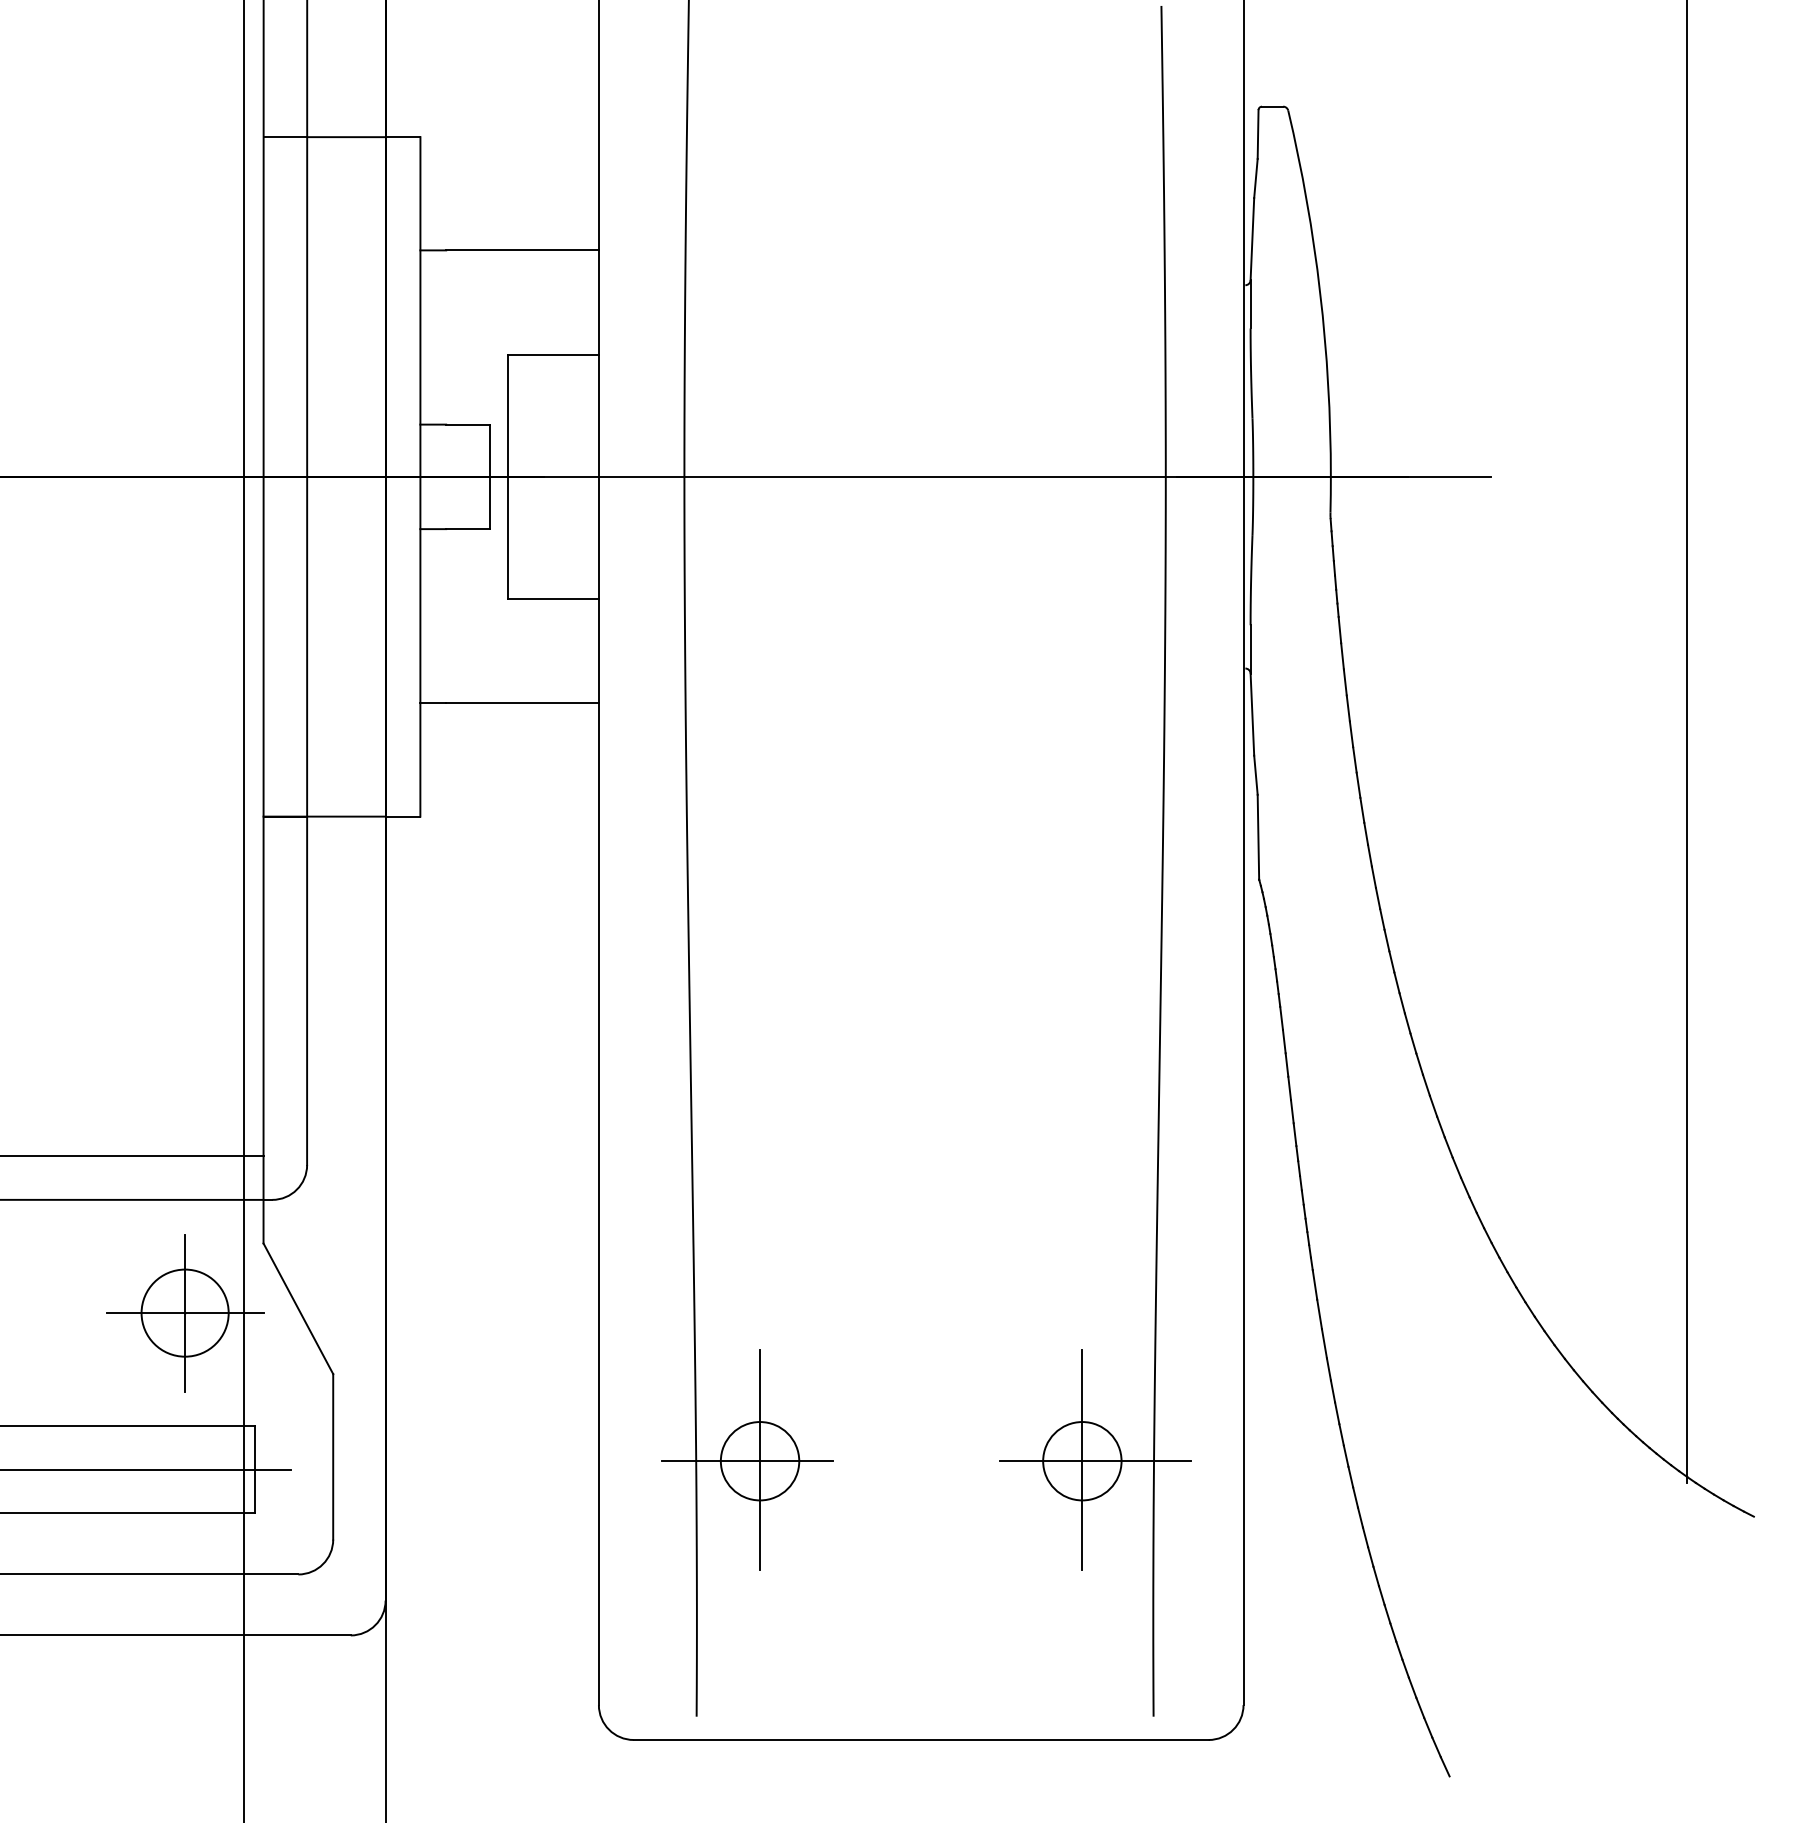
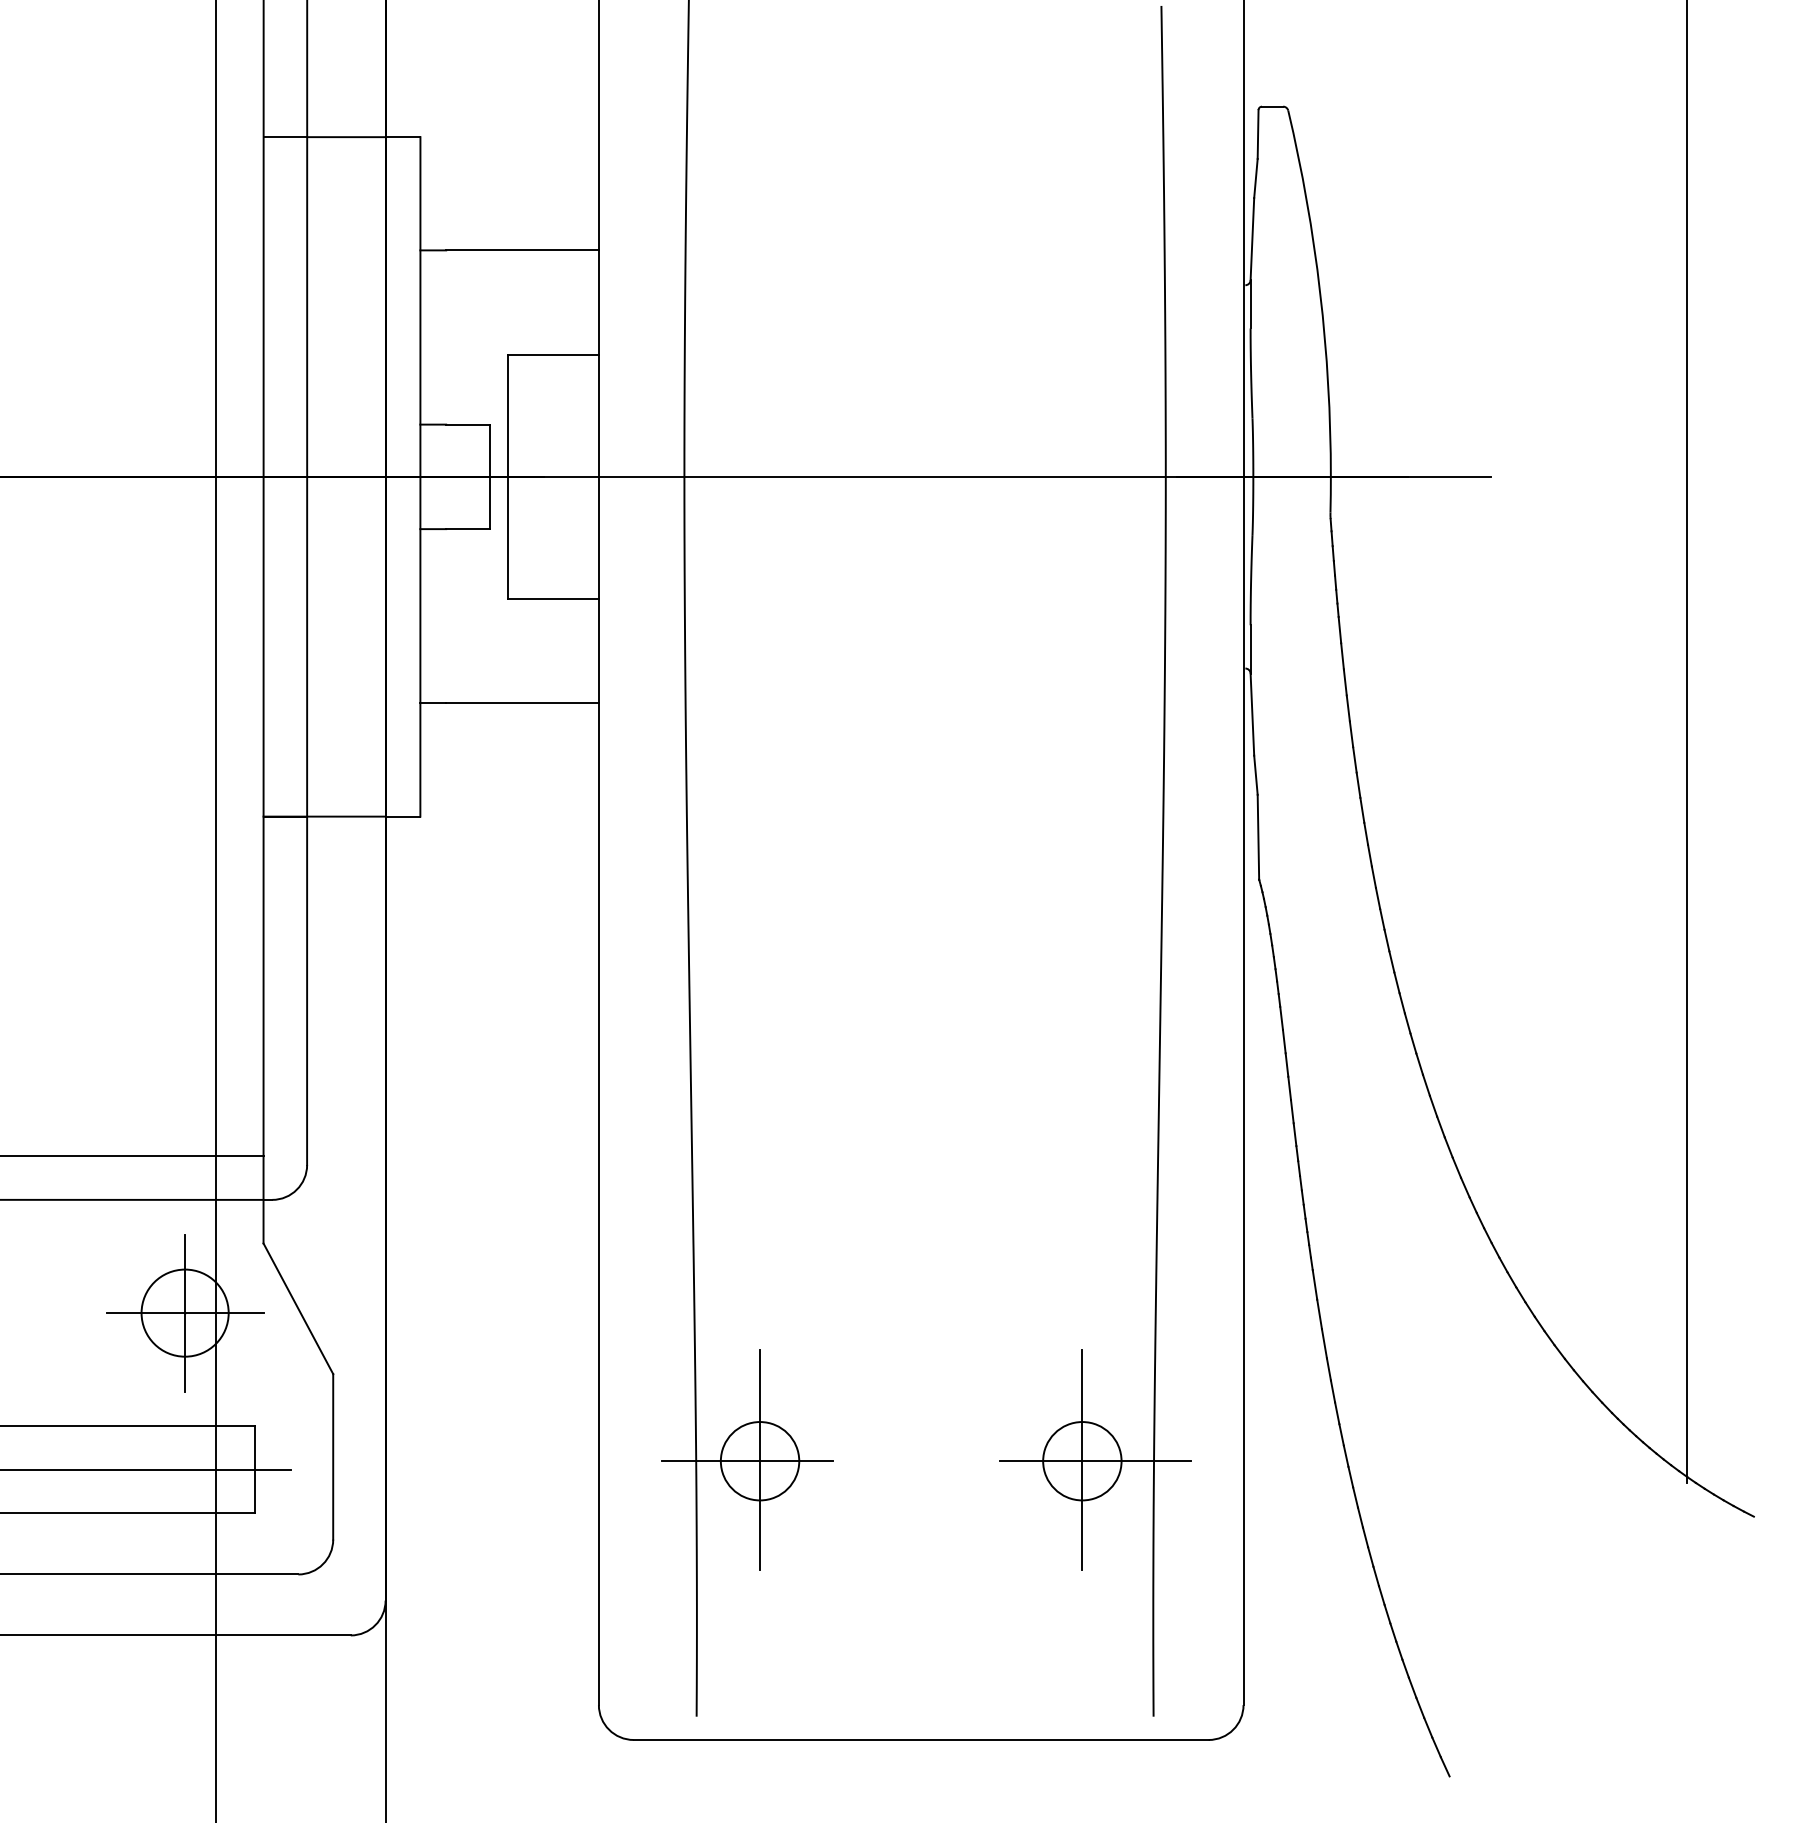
line at (244, 910) position: (244, 910) -> (216, 910)
